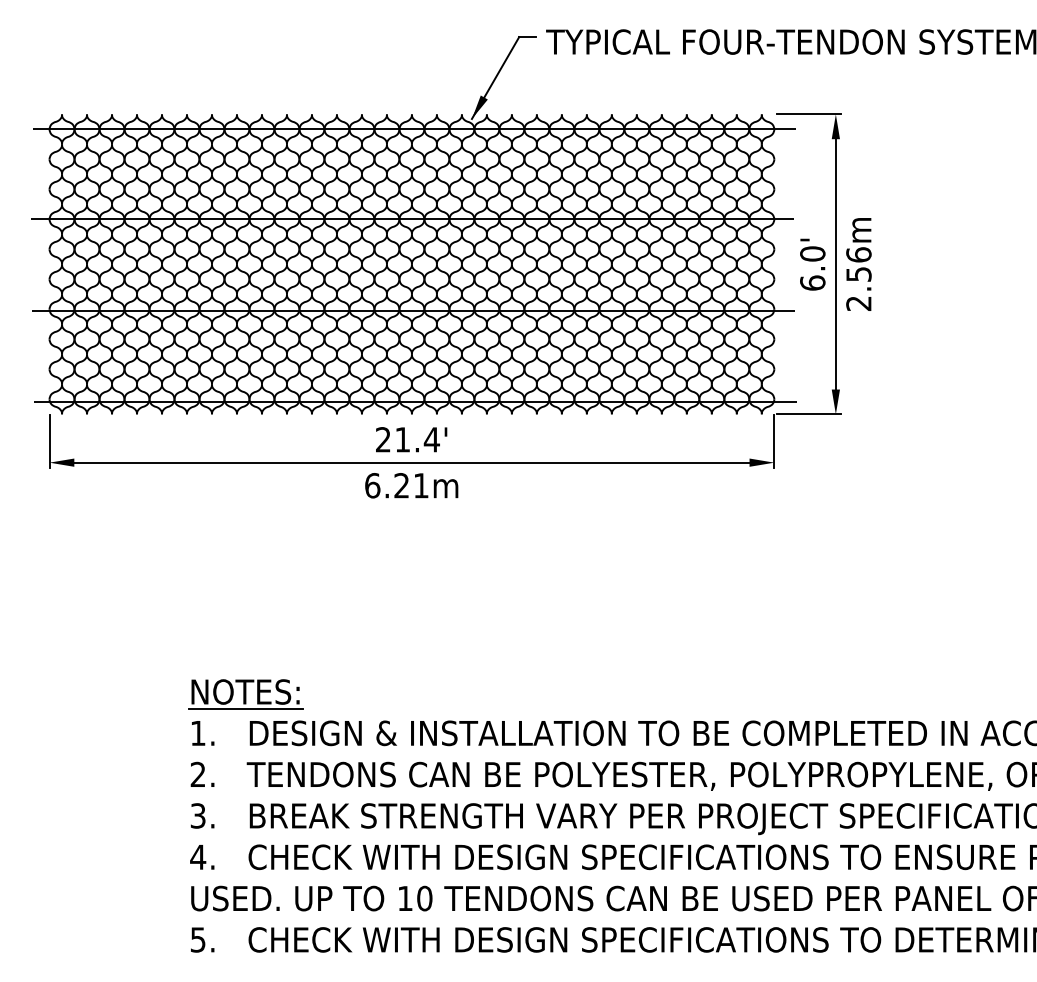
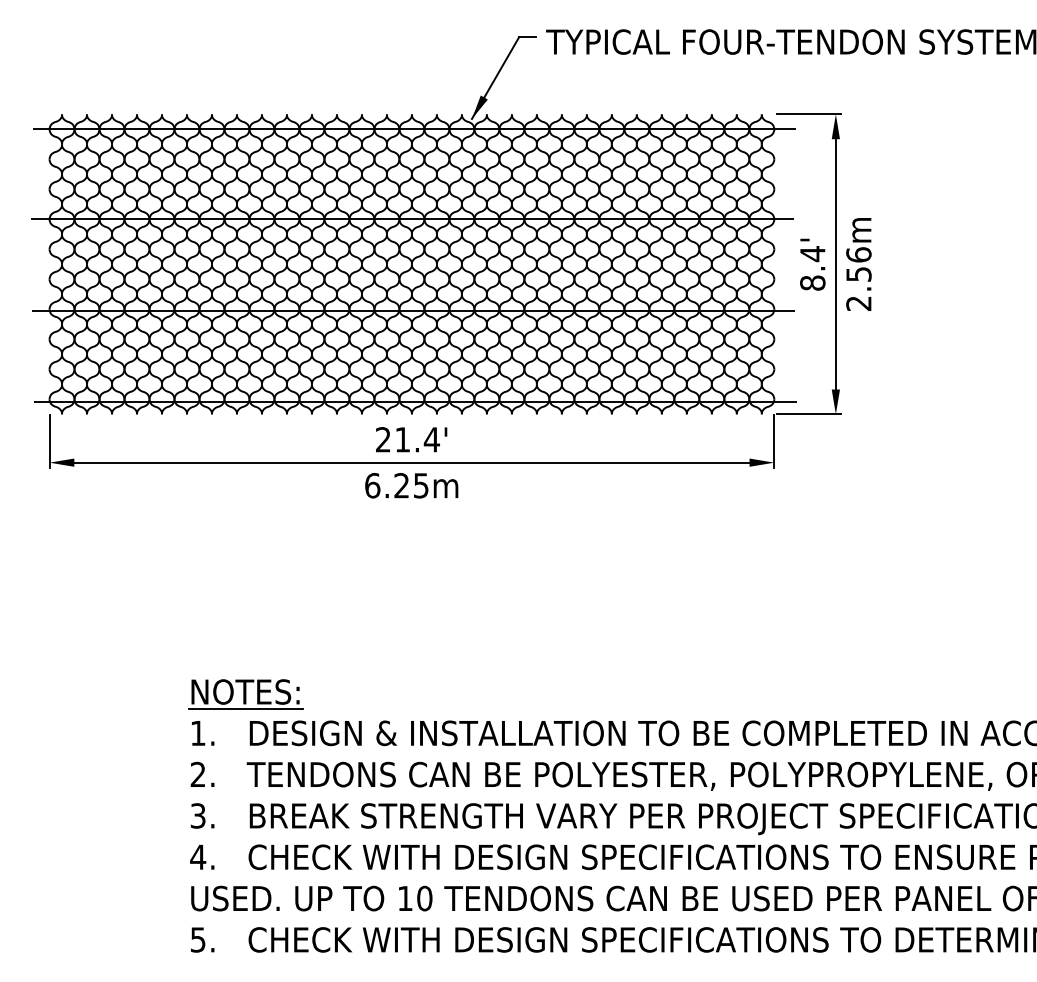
text at (812, 268): 6.0' -> 8.4'
text at (421, 485): 6.21m -> 6.25m
